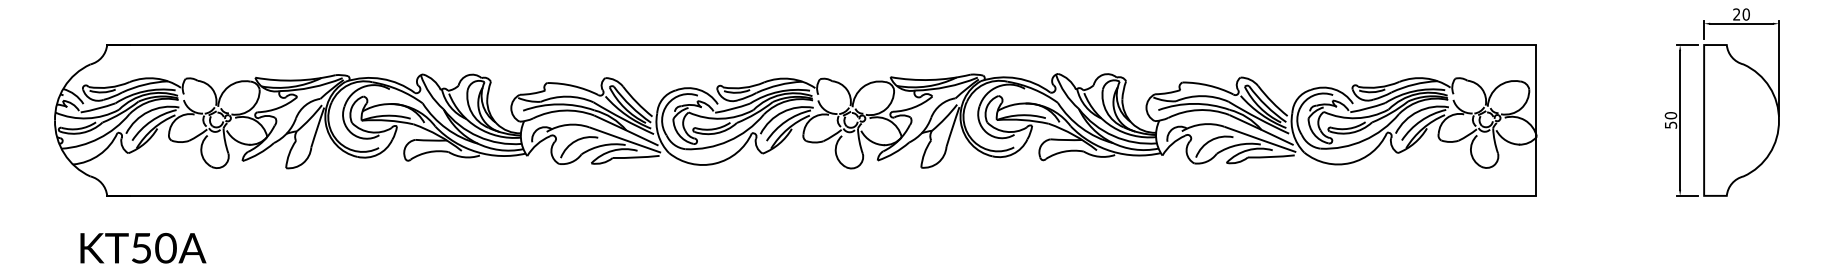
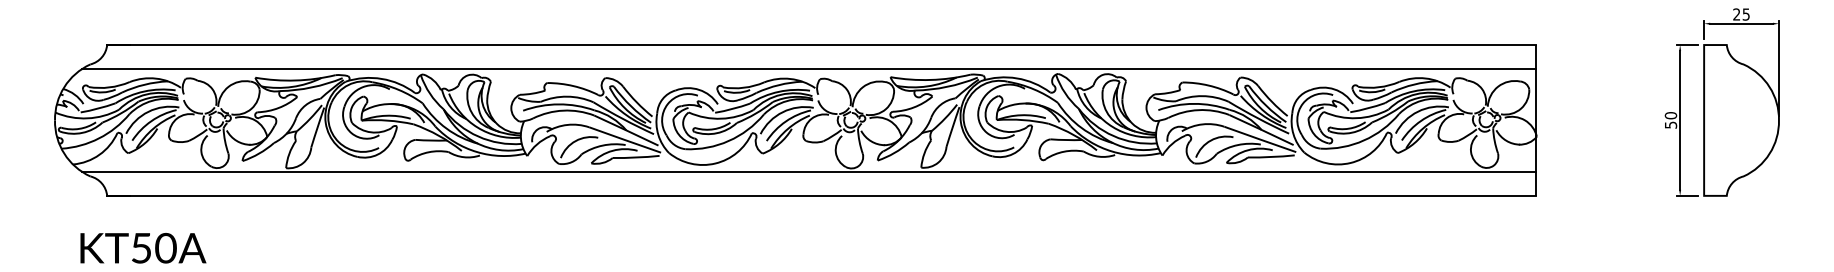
text at (1745, 14): 20 -> 25
line at (808, 69): none -> present
line at (808, 171): none -> present
